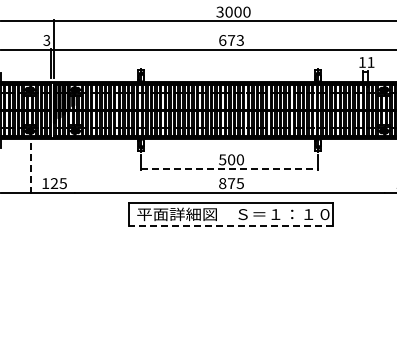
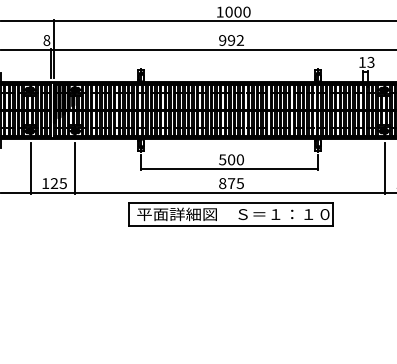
text at (219, 11): 3000 -> 1000
text at (46, 40): 3 -> 8
text at (231, 40): 673 -> 992
text at (370, 62): 11 -> 13
line at (30, 168): dashed -> solid
line at (74, 168): none -> present
line at (384, 168): none -> present
line at (229, 169): dashed -> solid
line at (231, 226): dashed -> solid
